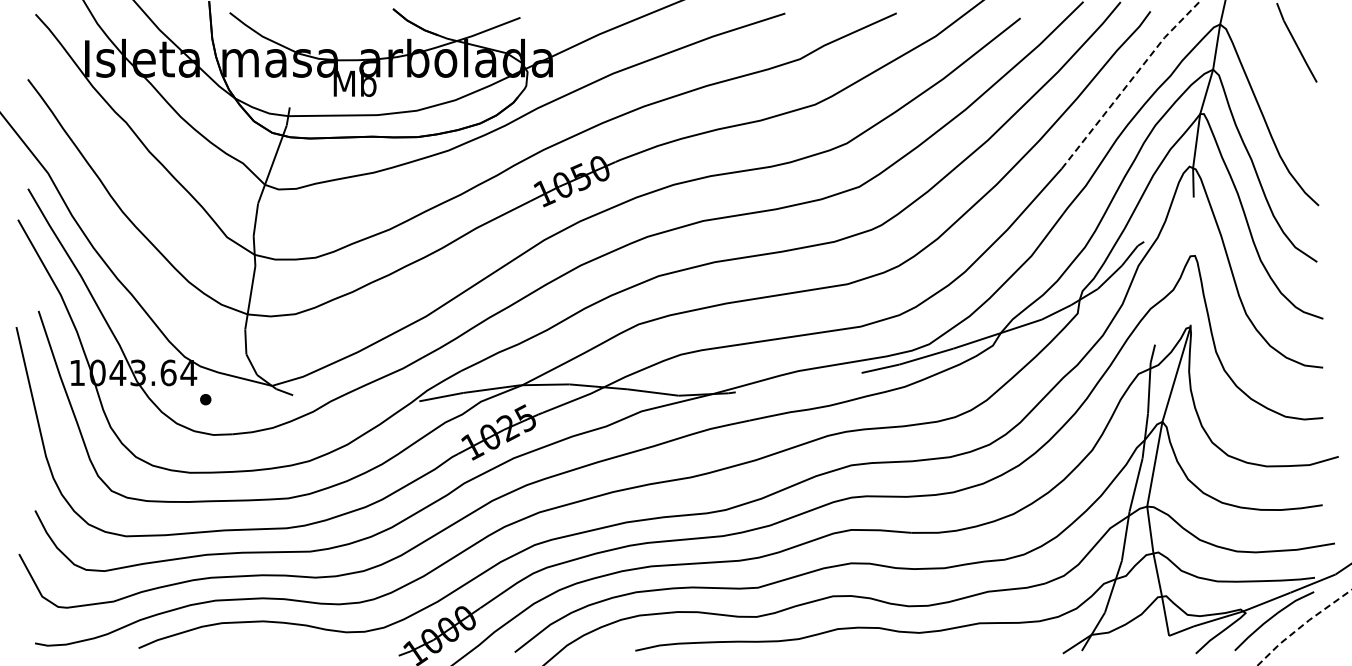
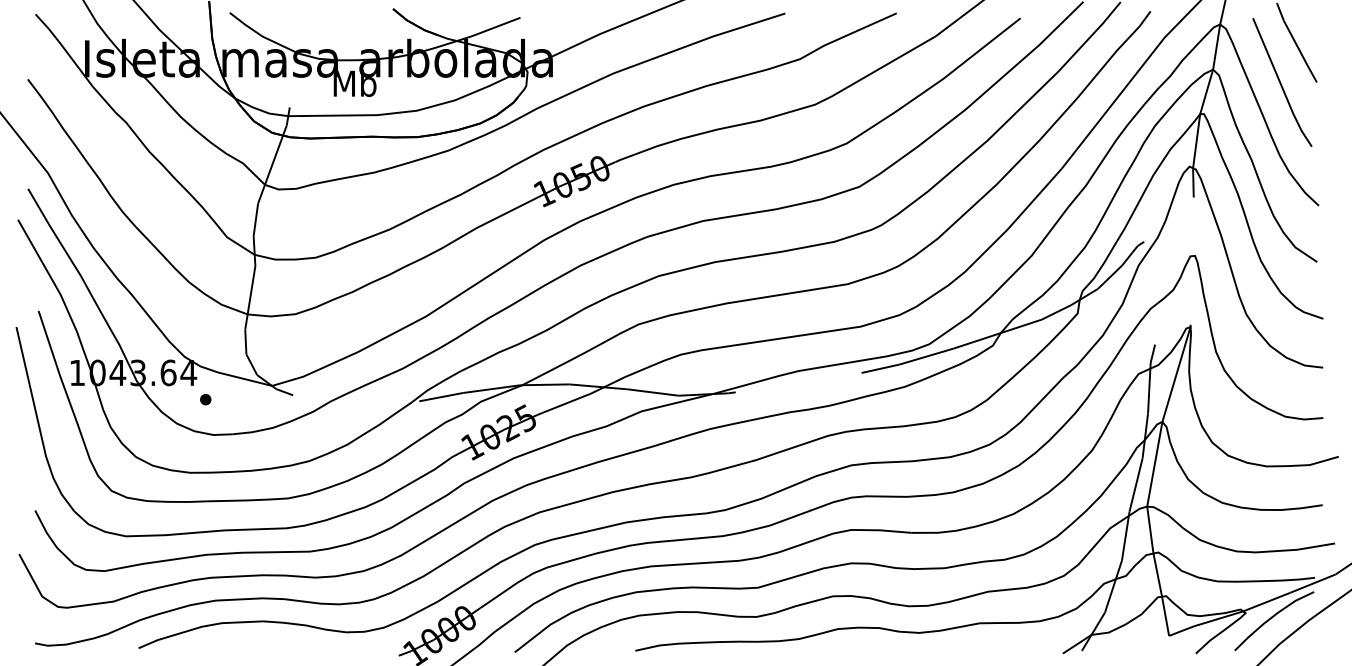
line at (1130, 81): dashed -> solid
line at (1281, 82): none -> present
line at (1302, 625): dashed -> solid
